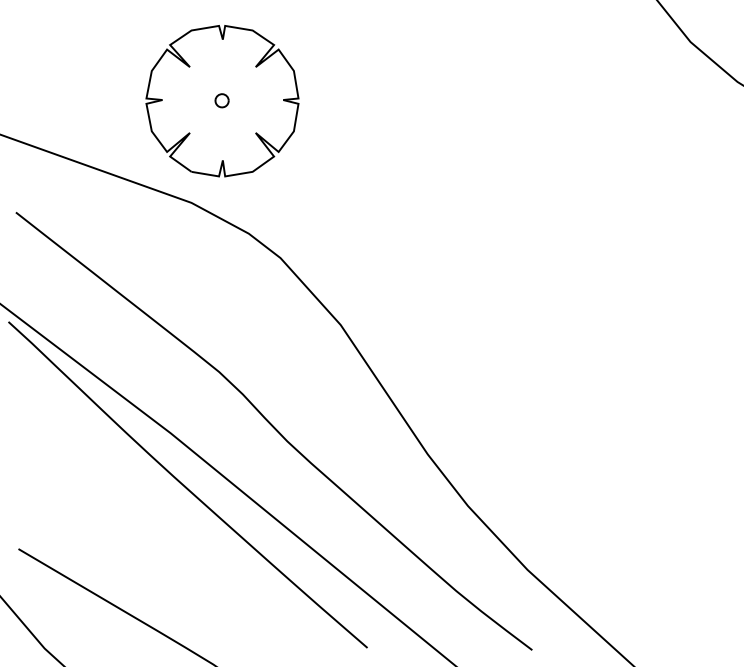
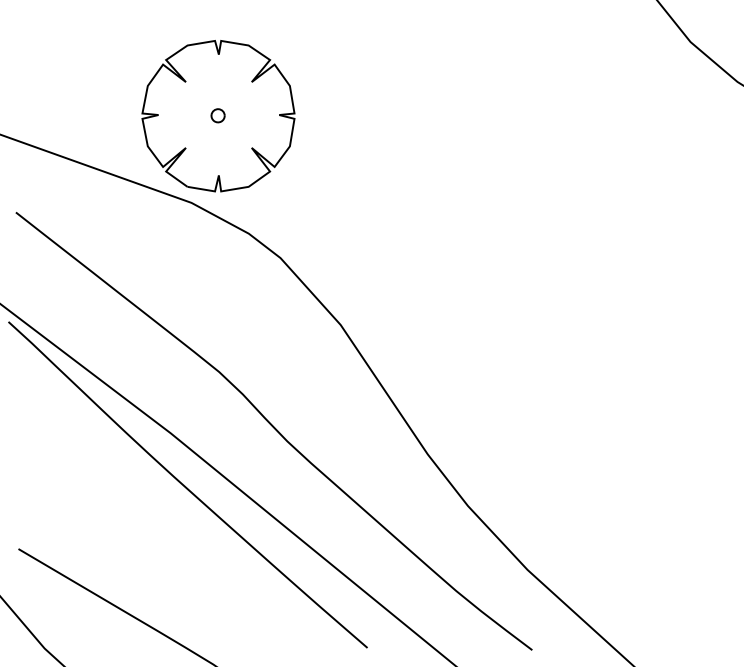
part at (222, 101) position: (222, 101) -> (218, 116)
